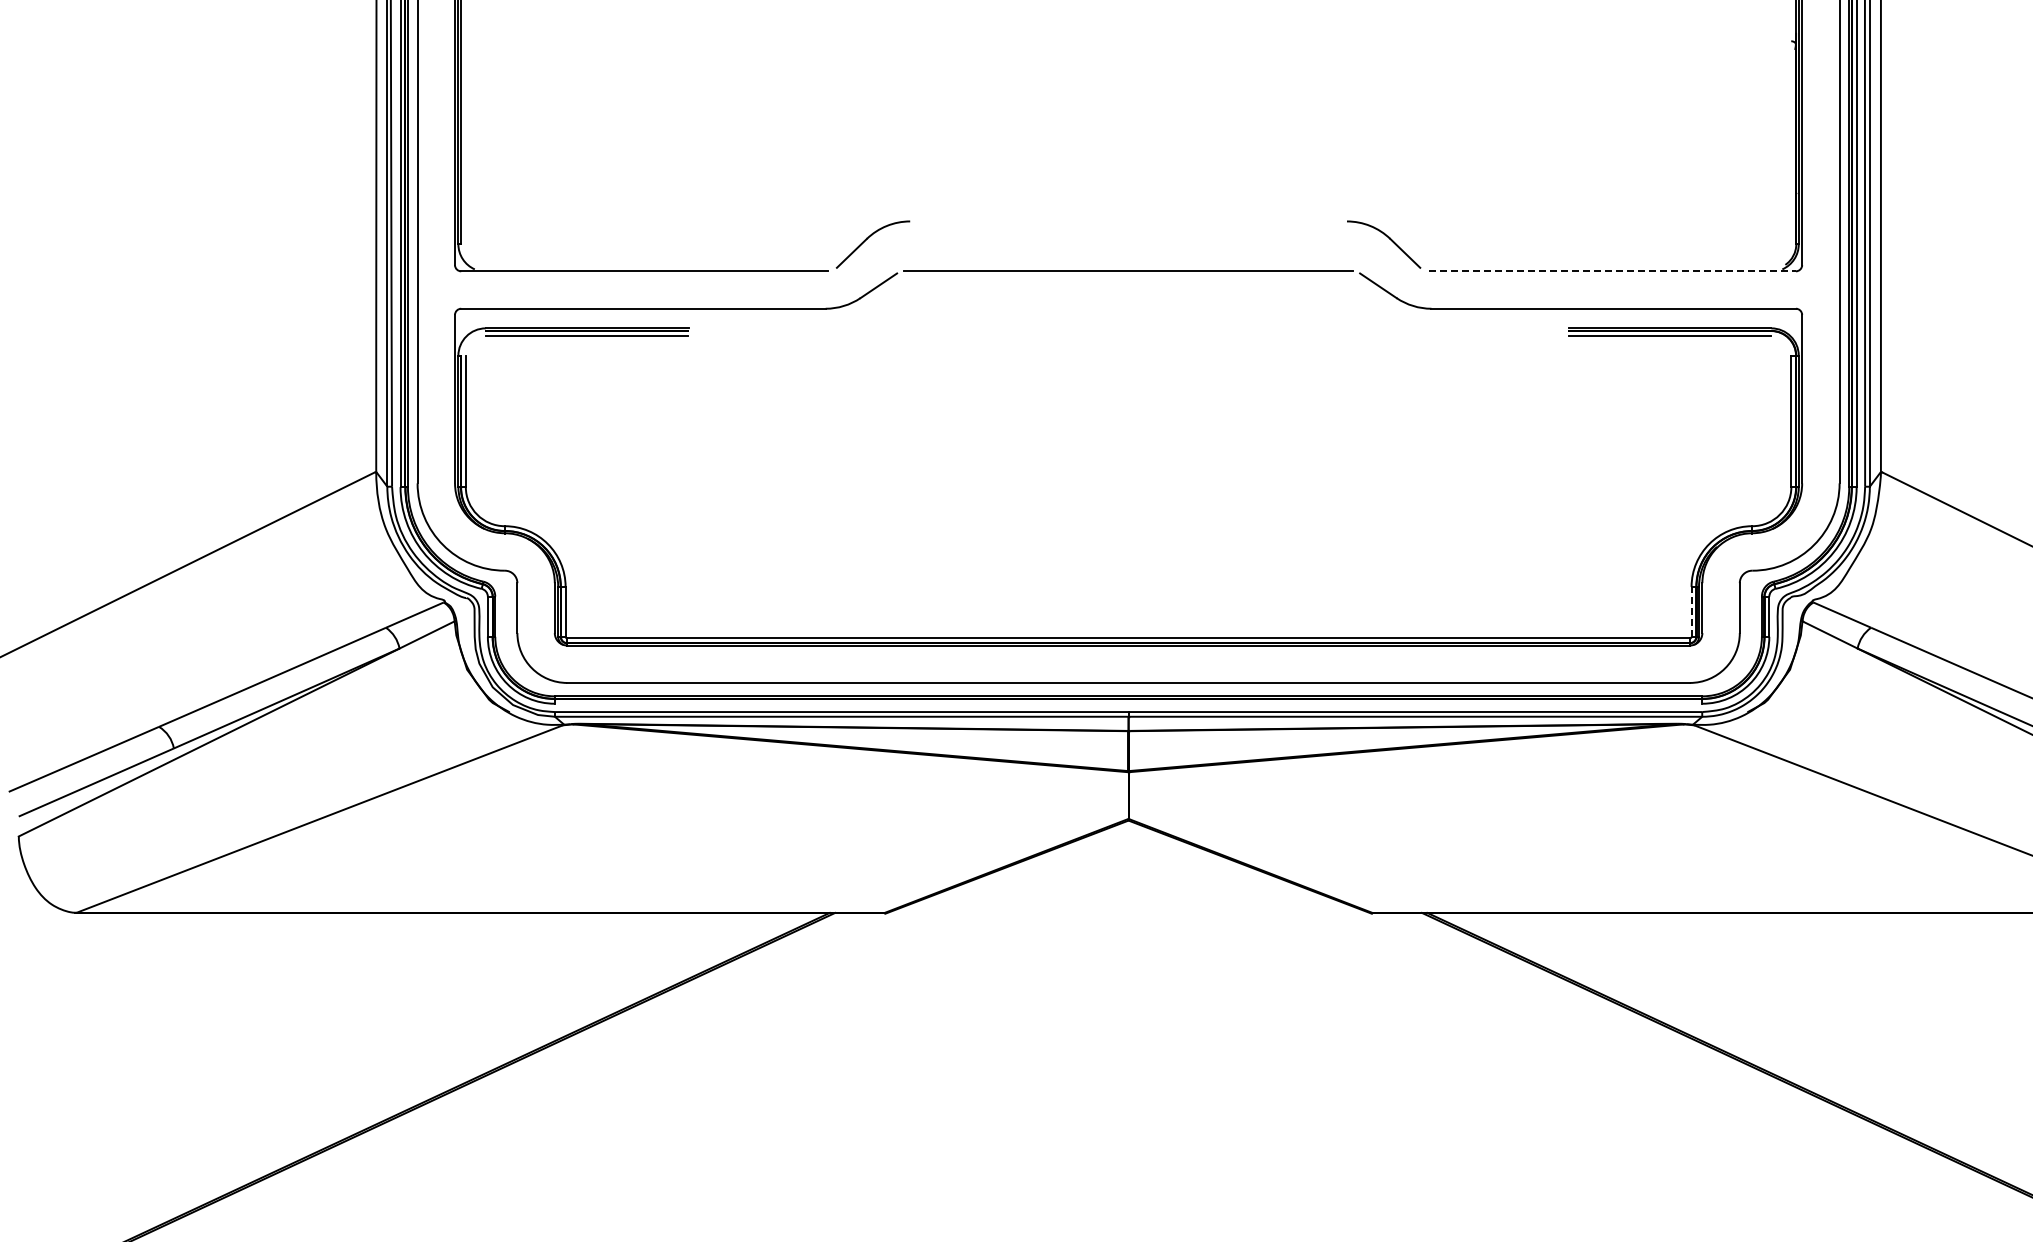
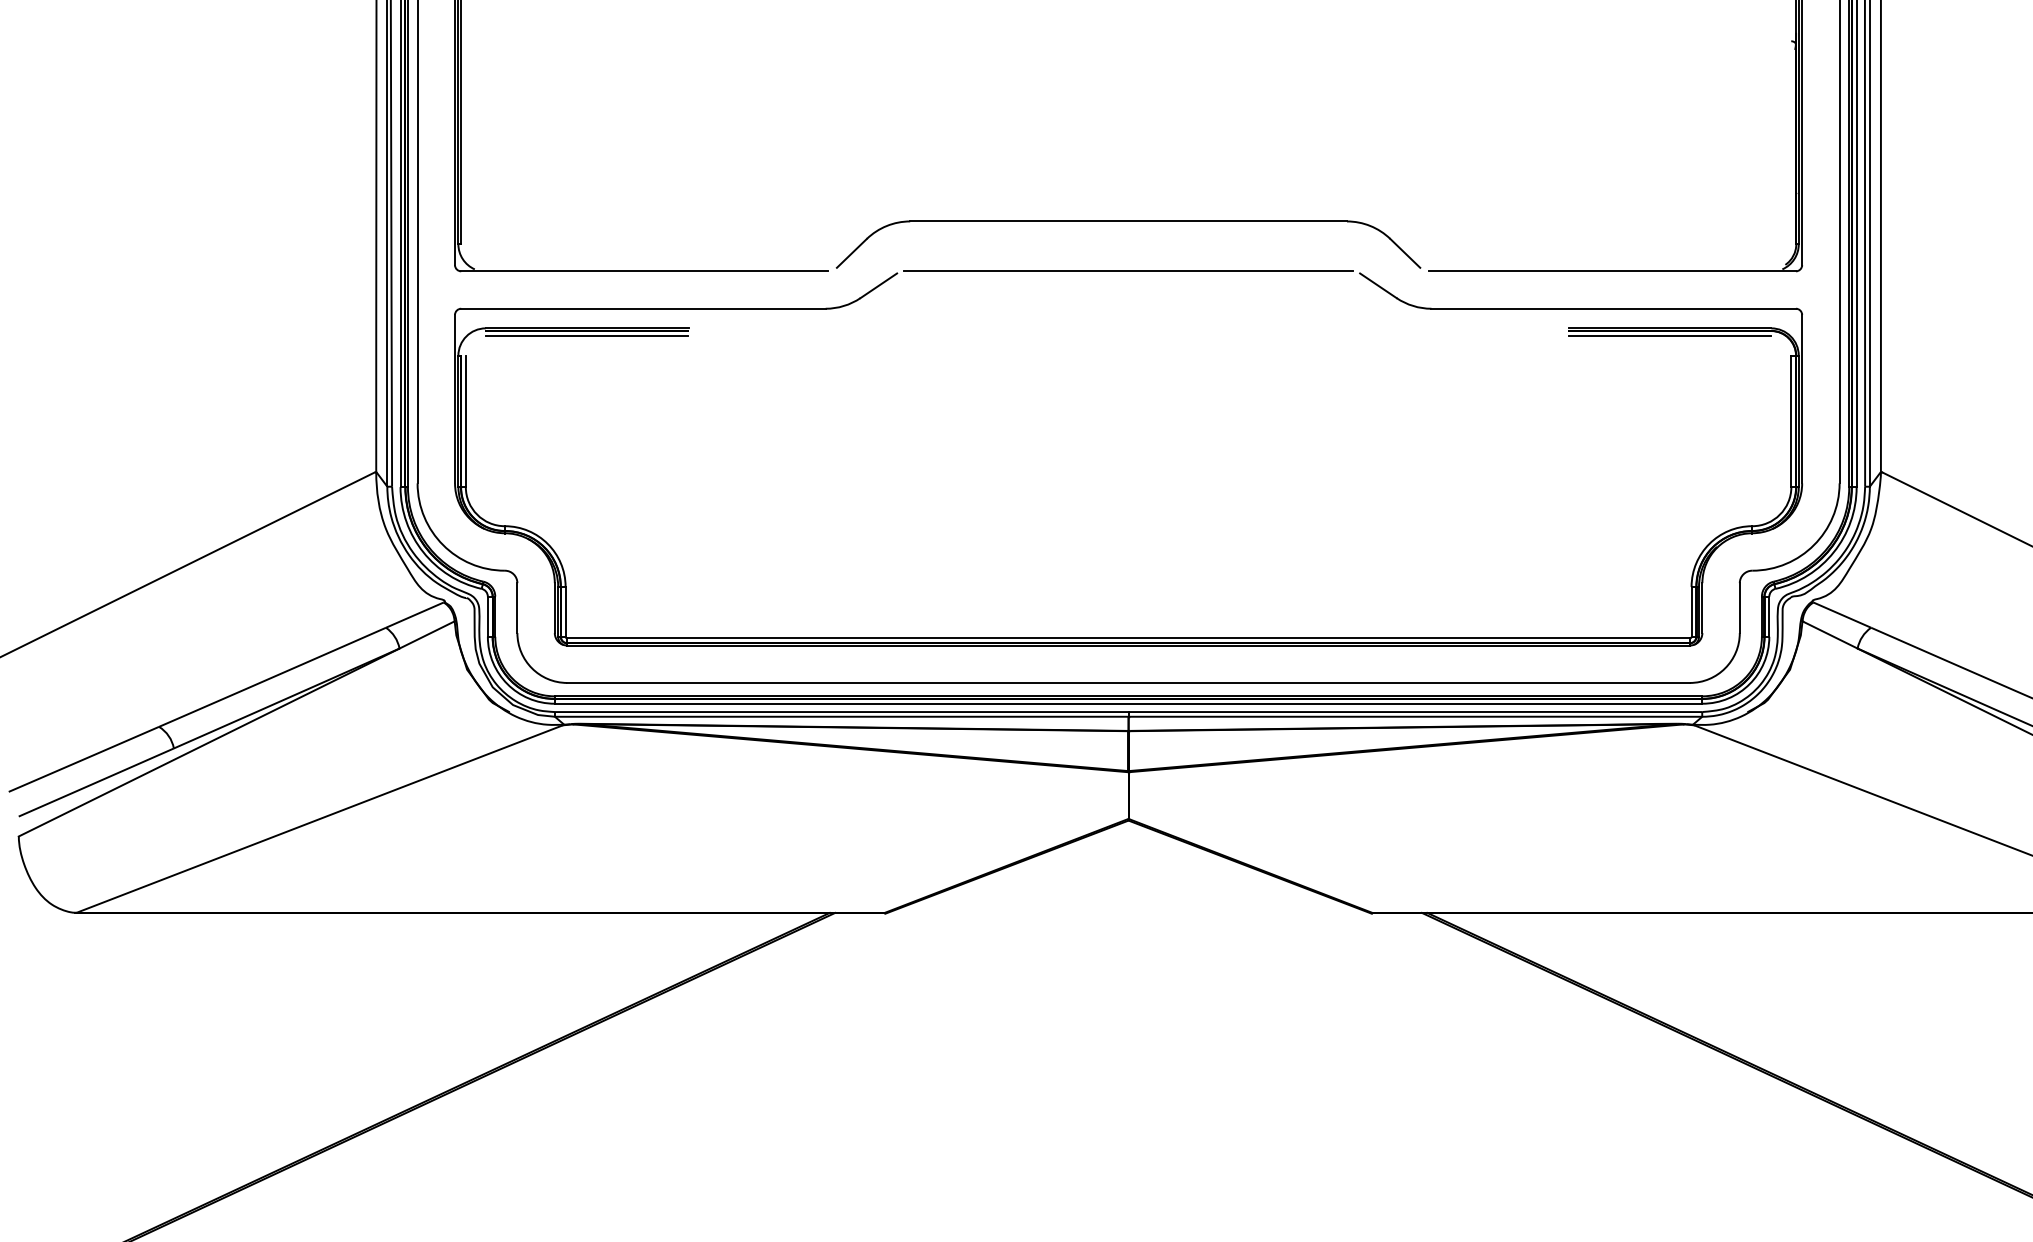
line at (1128, 221): none -> present
line at (1612, 271): dashed -> solid
line at (1691, 611): dashed -> solid
line at (1128, 703): none -> present
